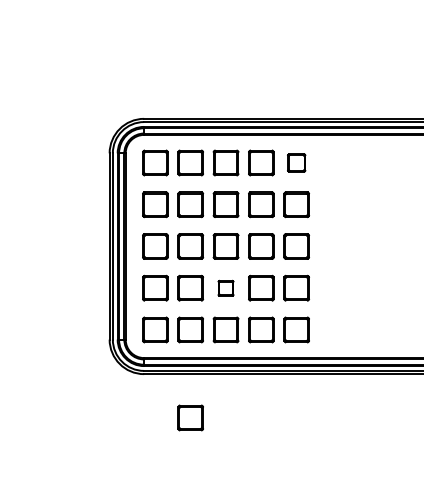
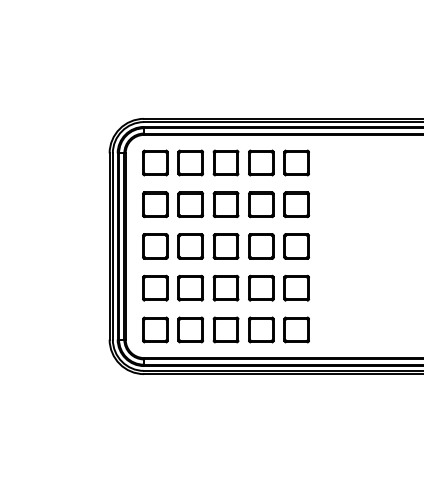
part at (296, 162) size: 20x20 px -> 27x28 px
part at (225, 287) size: 18x18 px -> 28x27 px
part at (190, 417): present -> none
